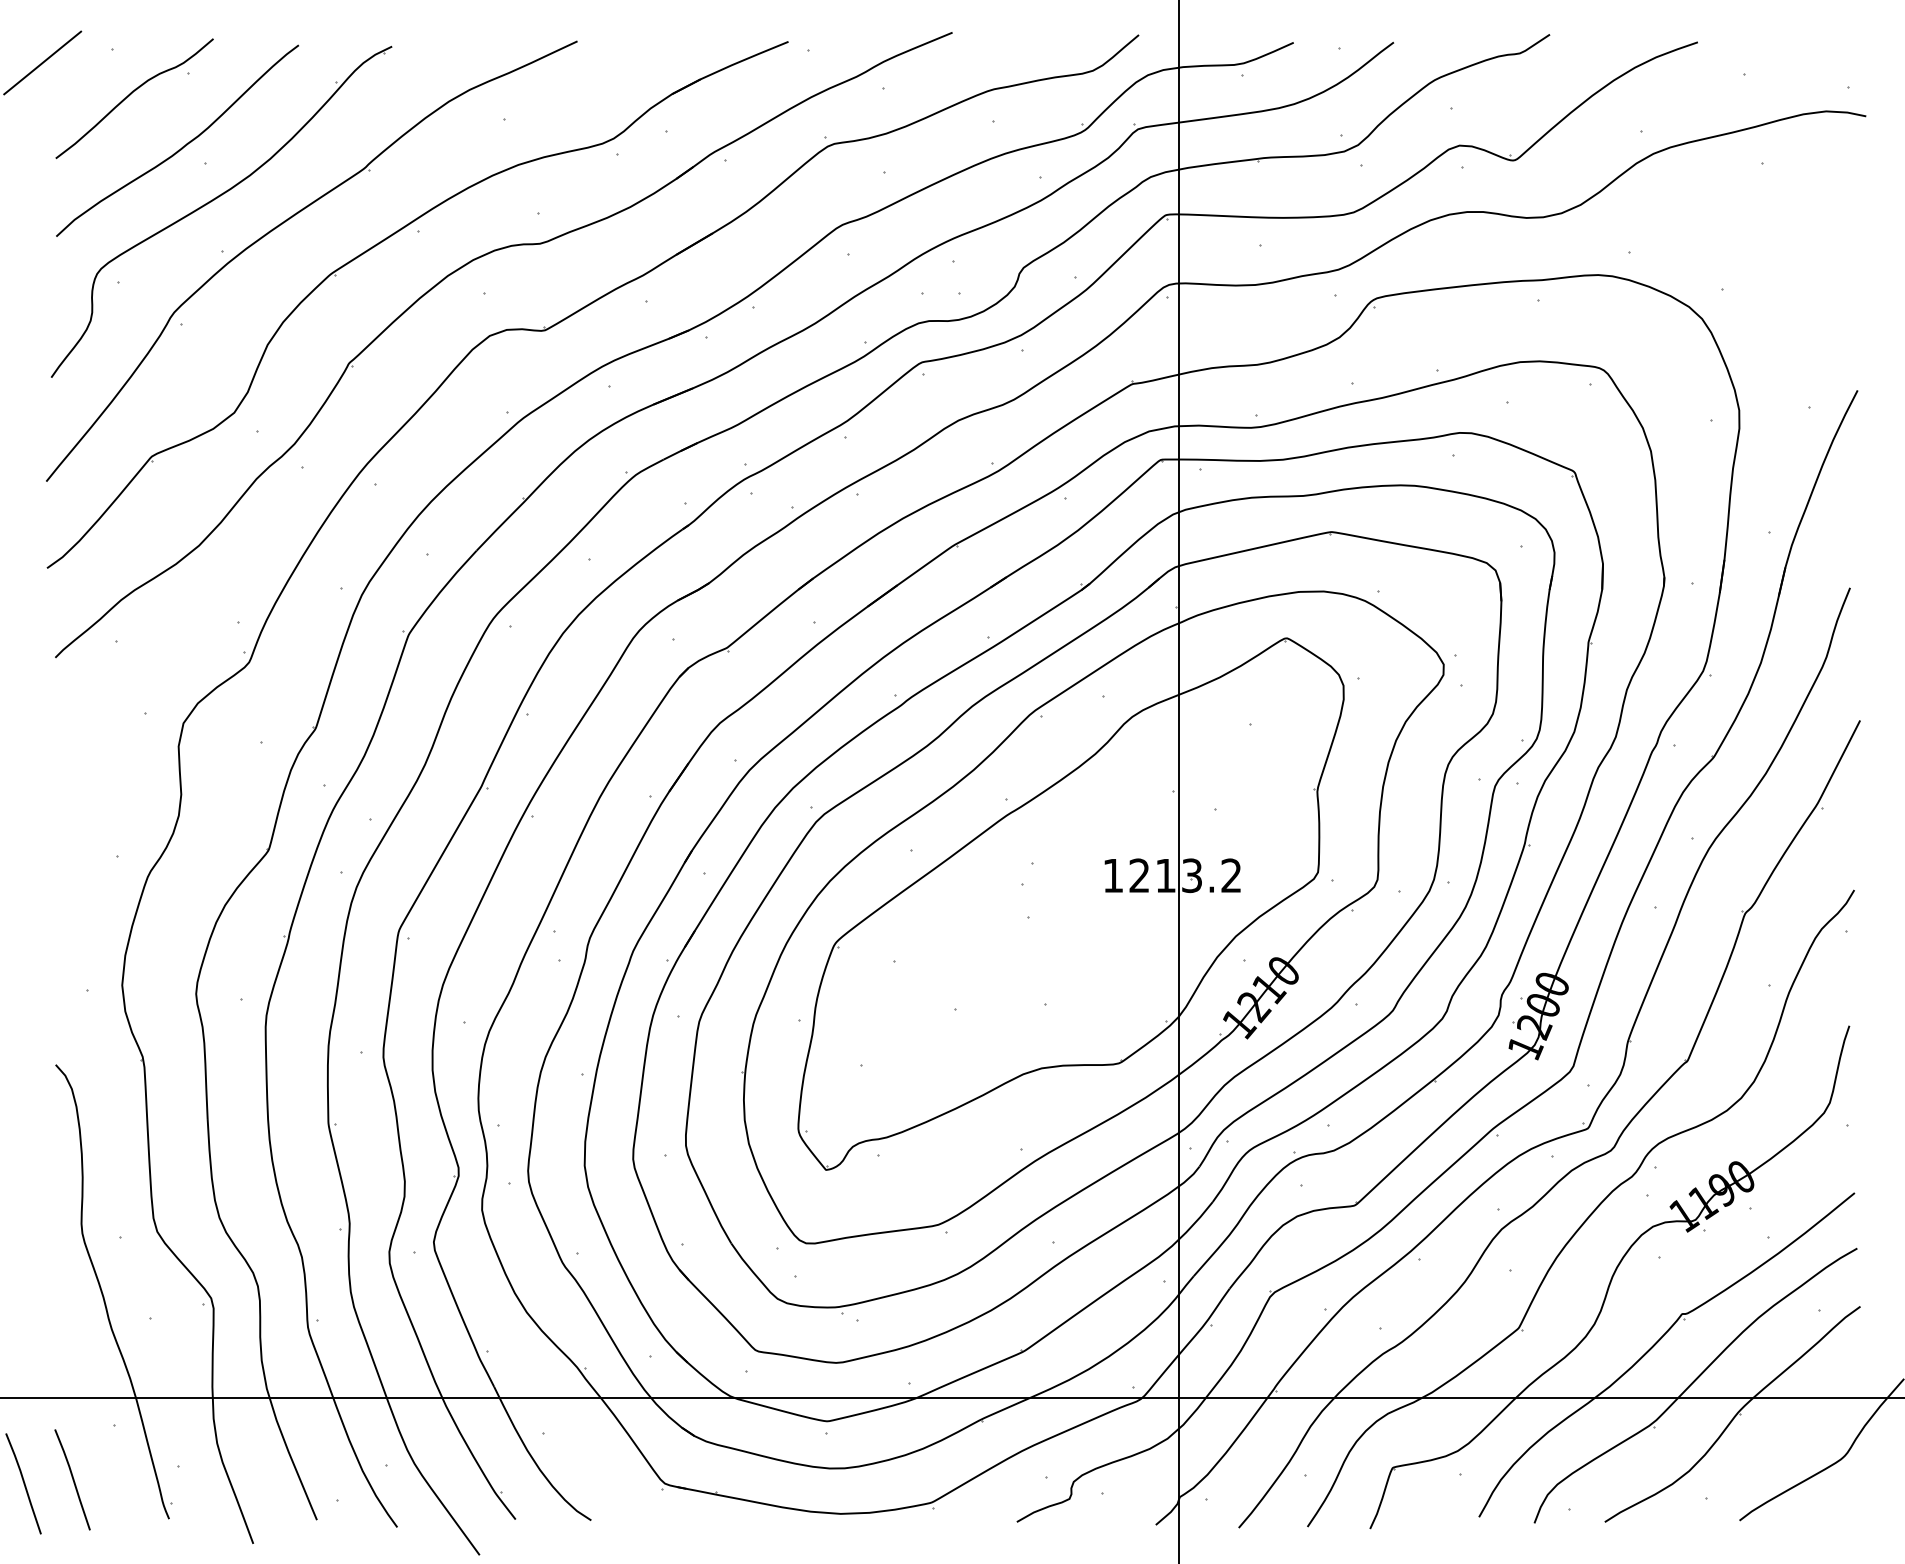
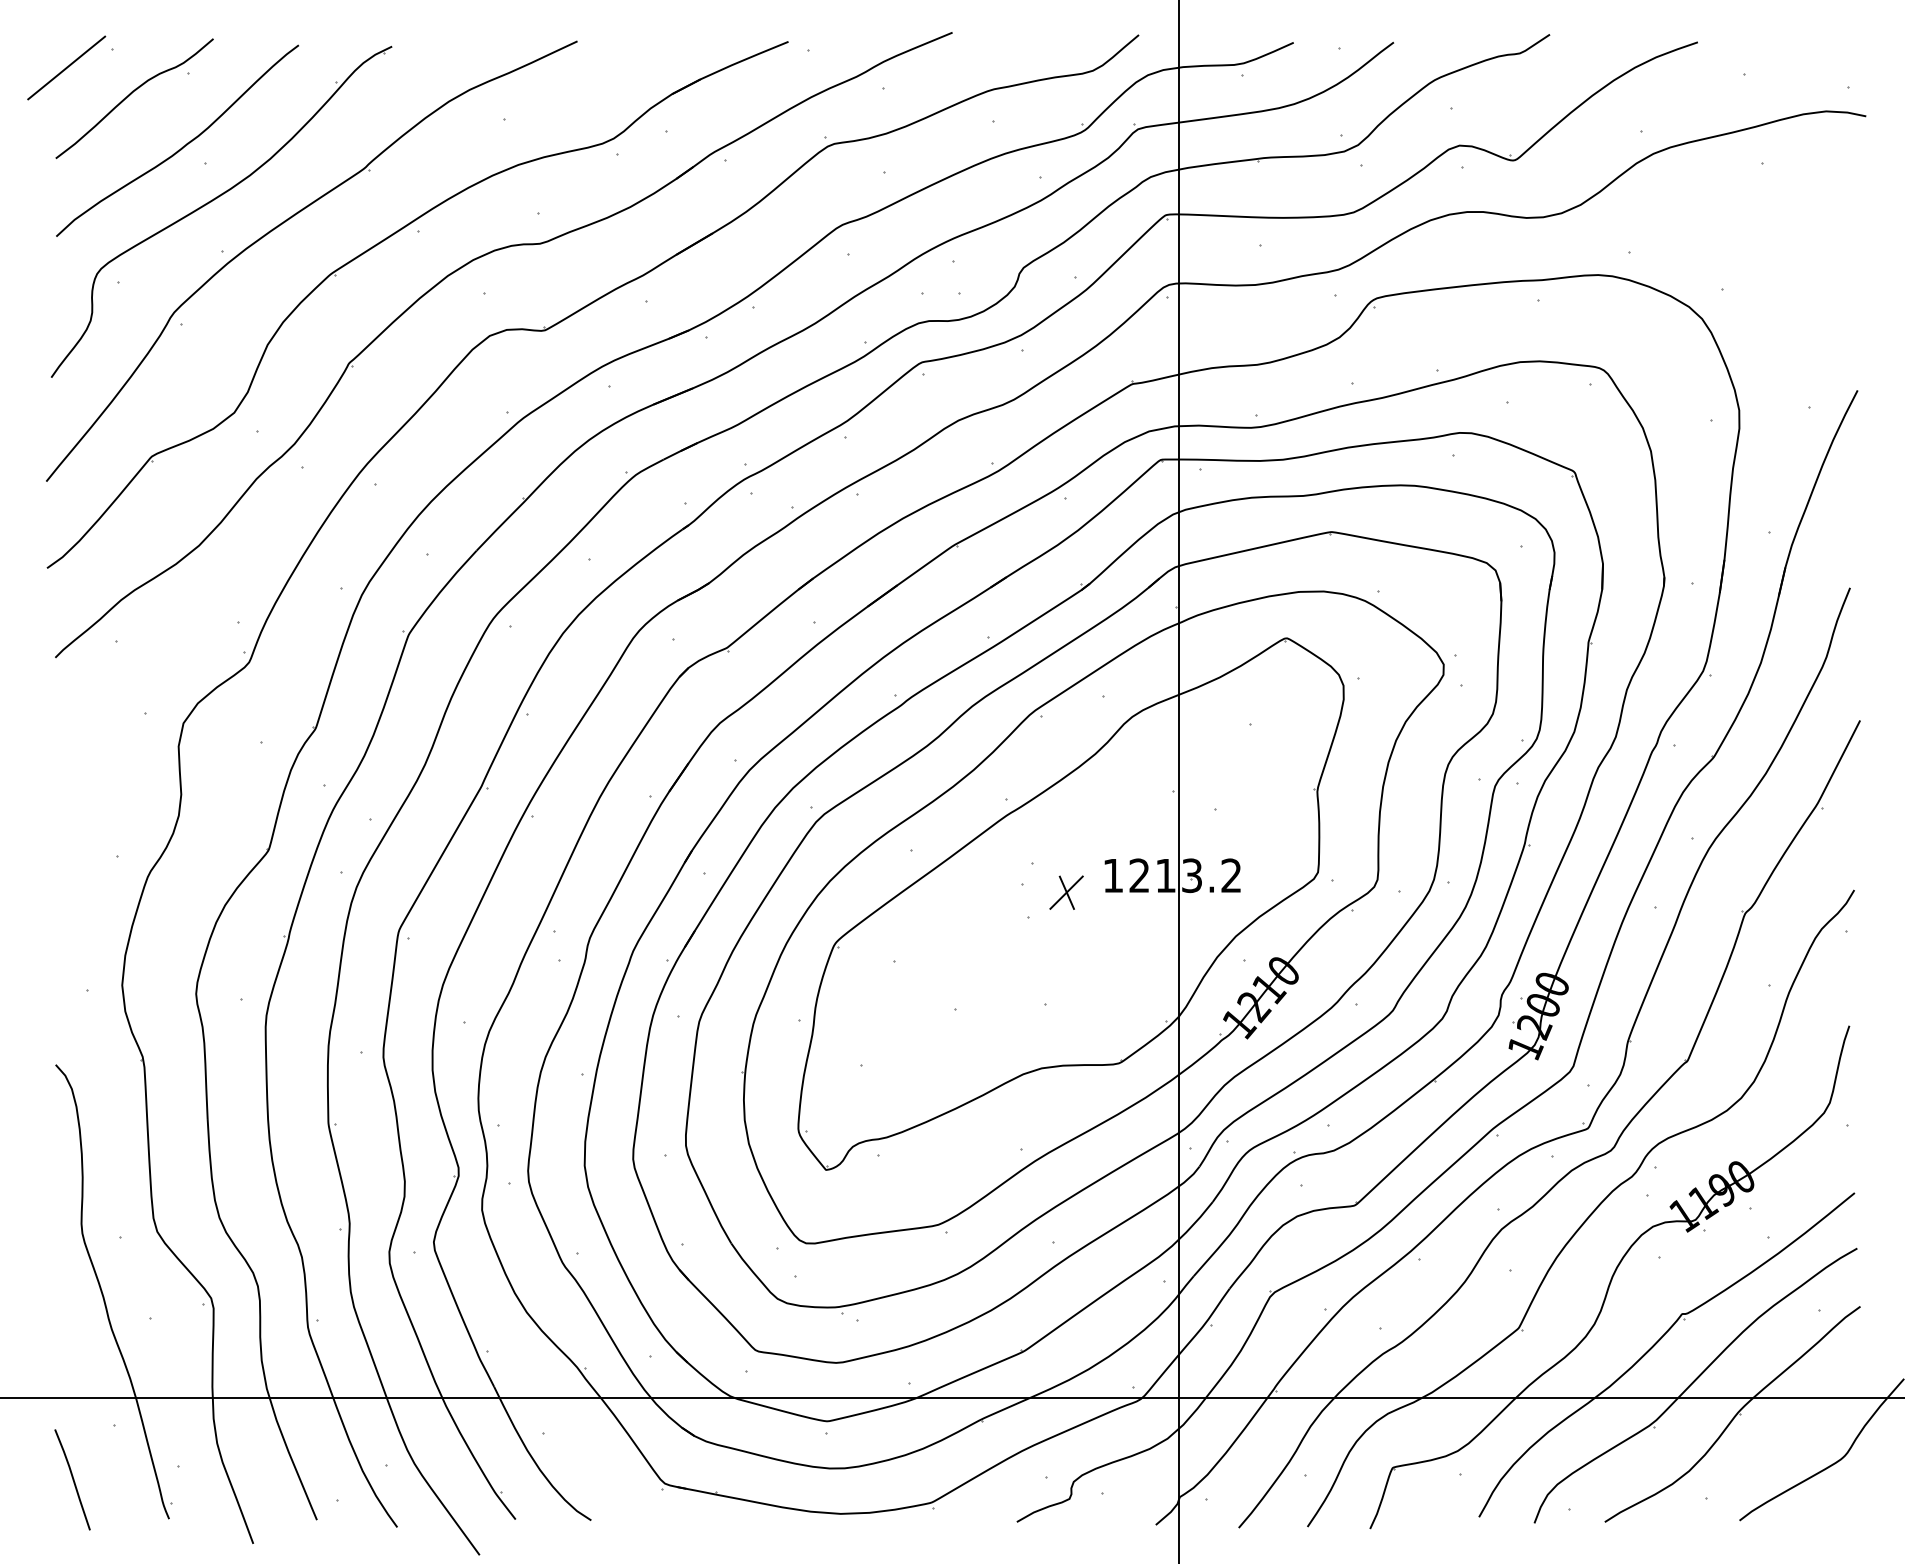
line at (42, 62) position: (42, 62) -> (66, 67)
part at (1066, 892): none -> present
line at (23, 1483): present -> none
